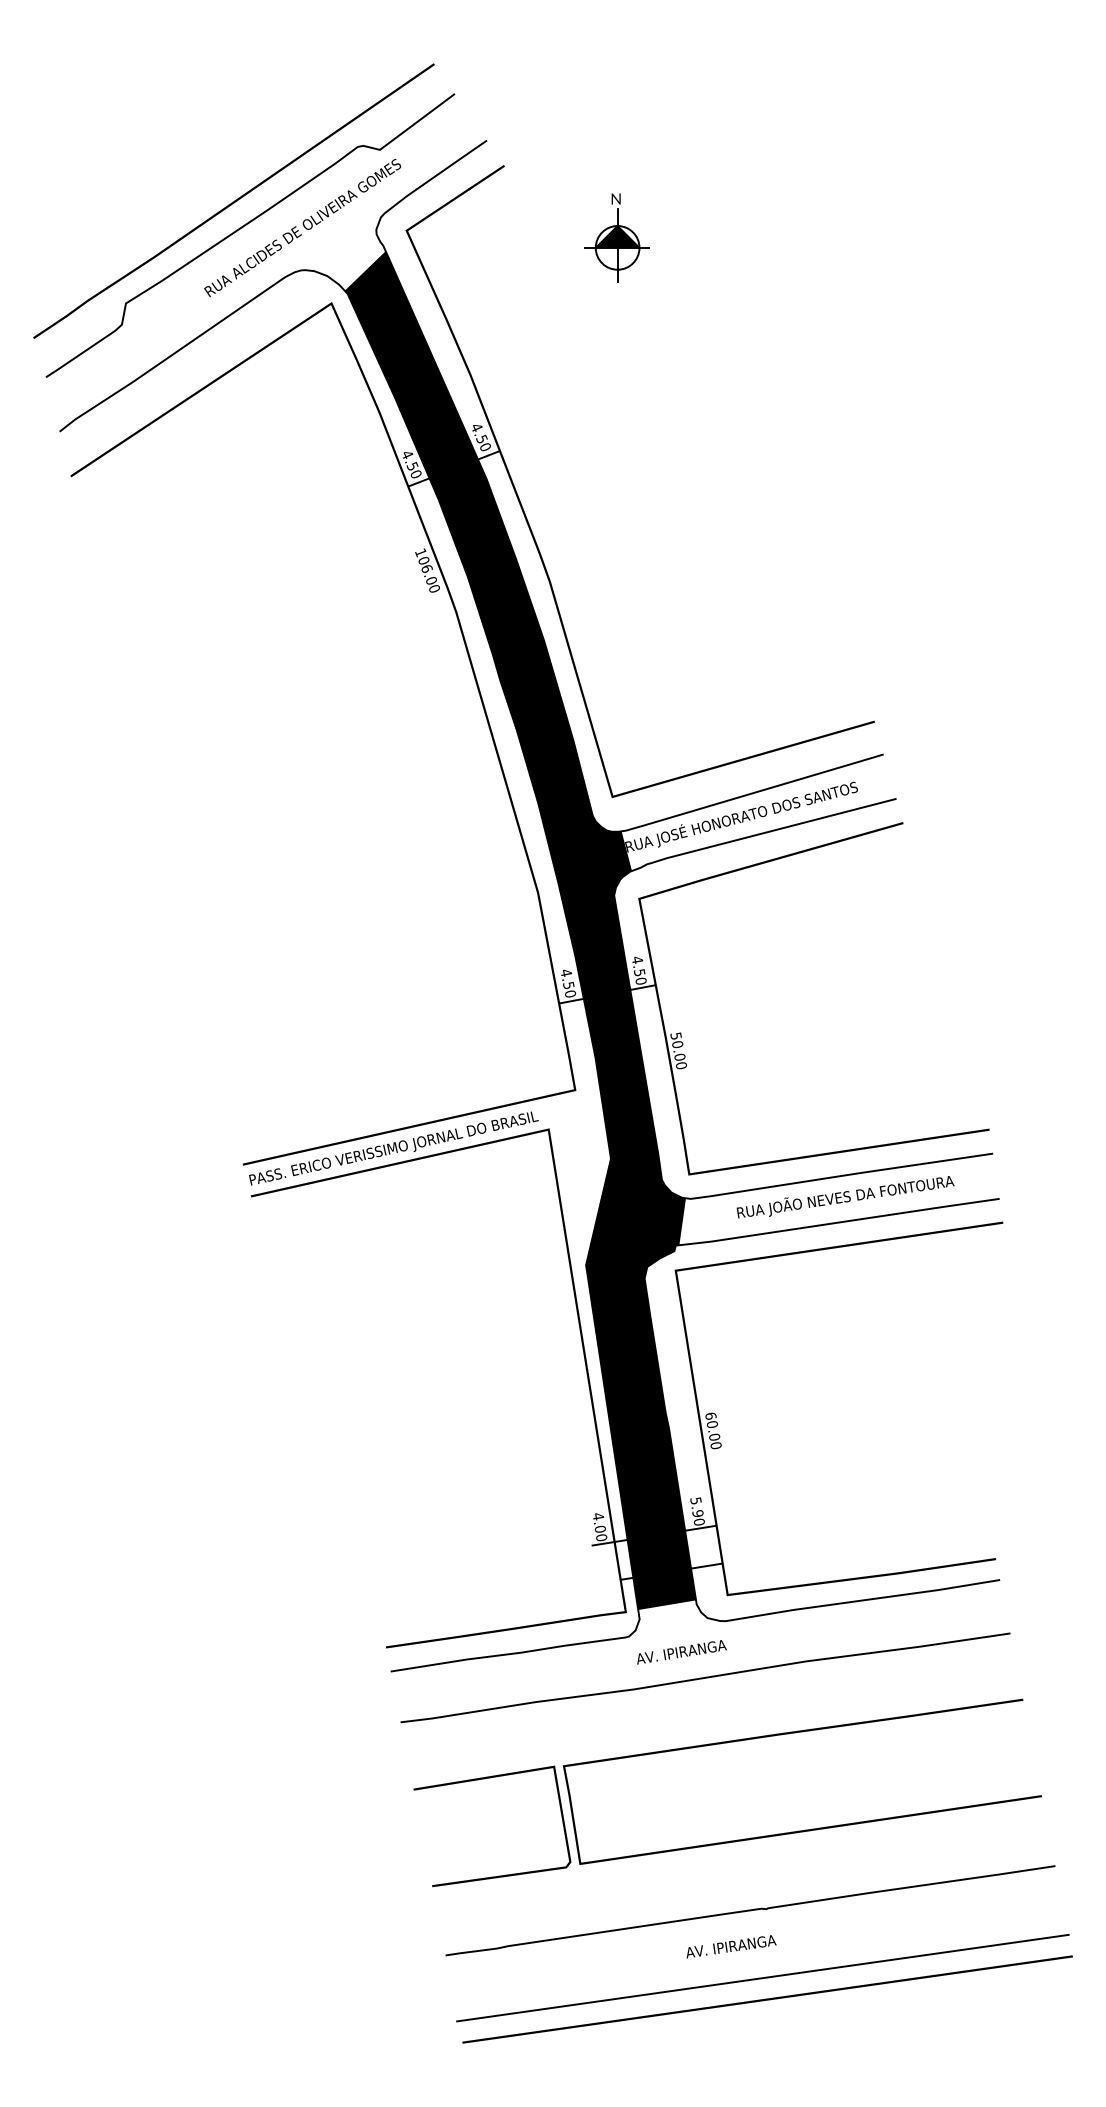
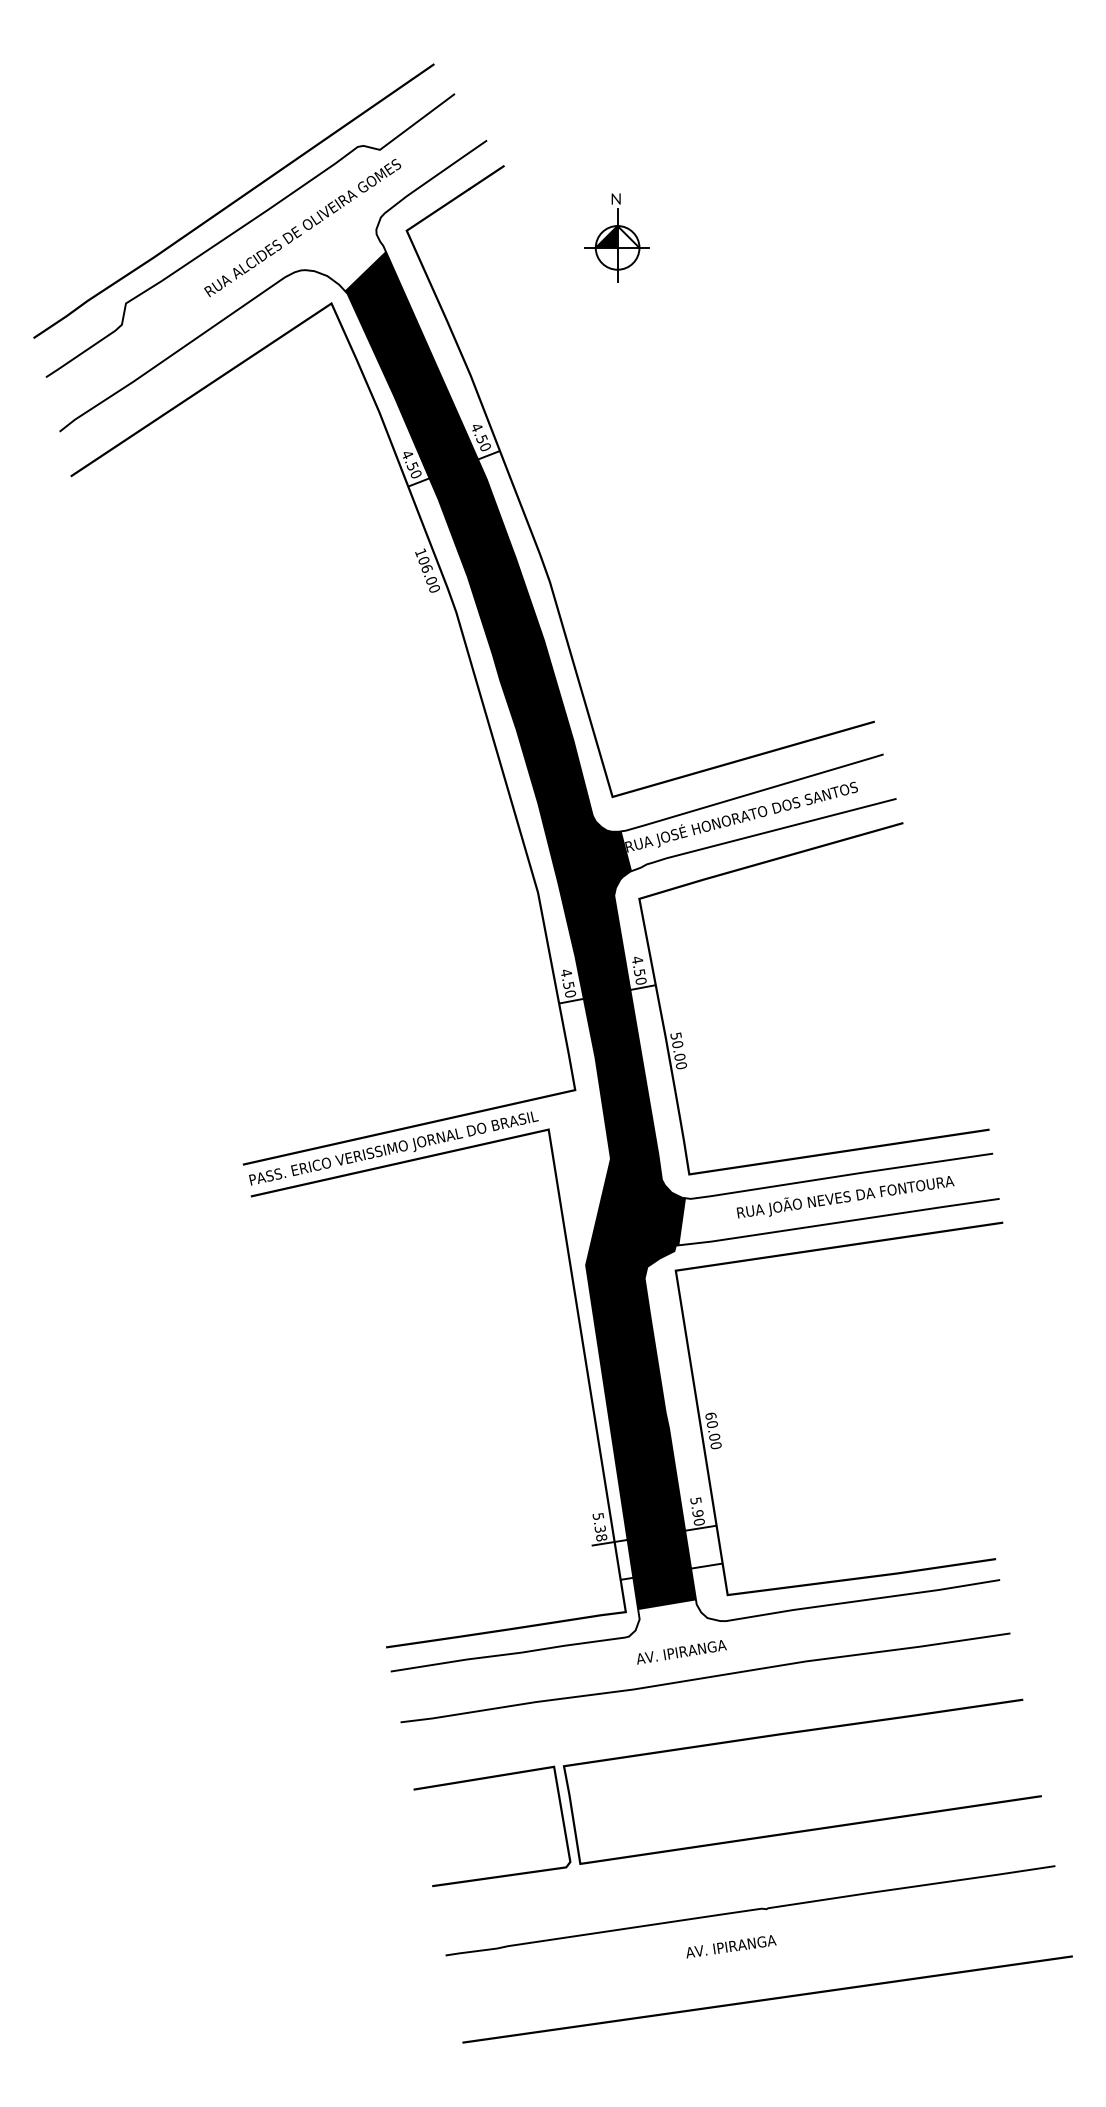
fill at (628, 236): present -> none
text at (599, 1527): 4.00 -> 5.38
line at (762, 1977): present -> none
